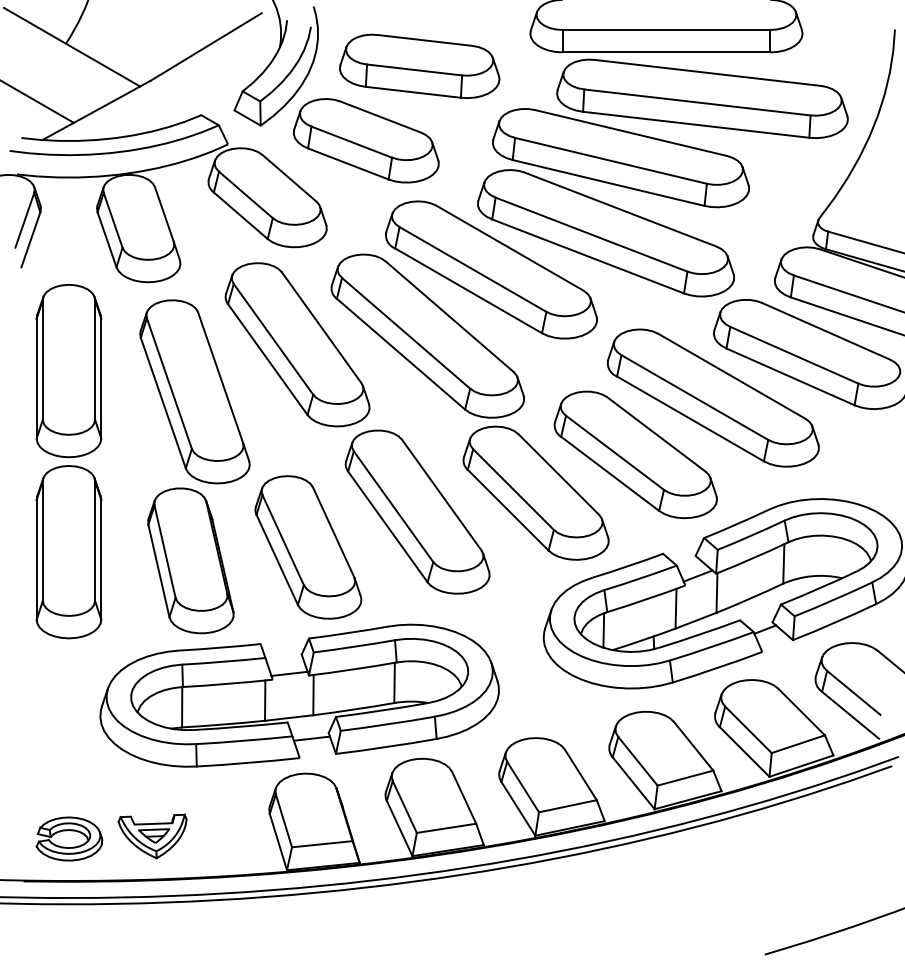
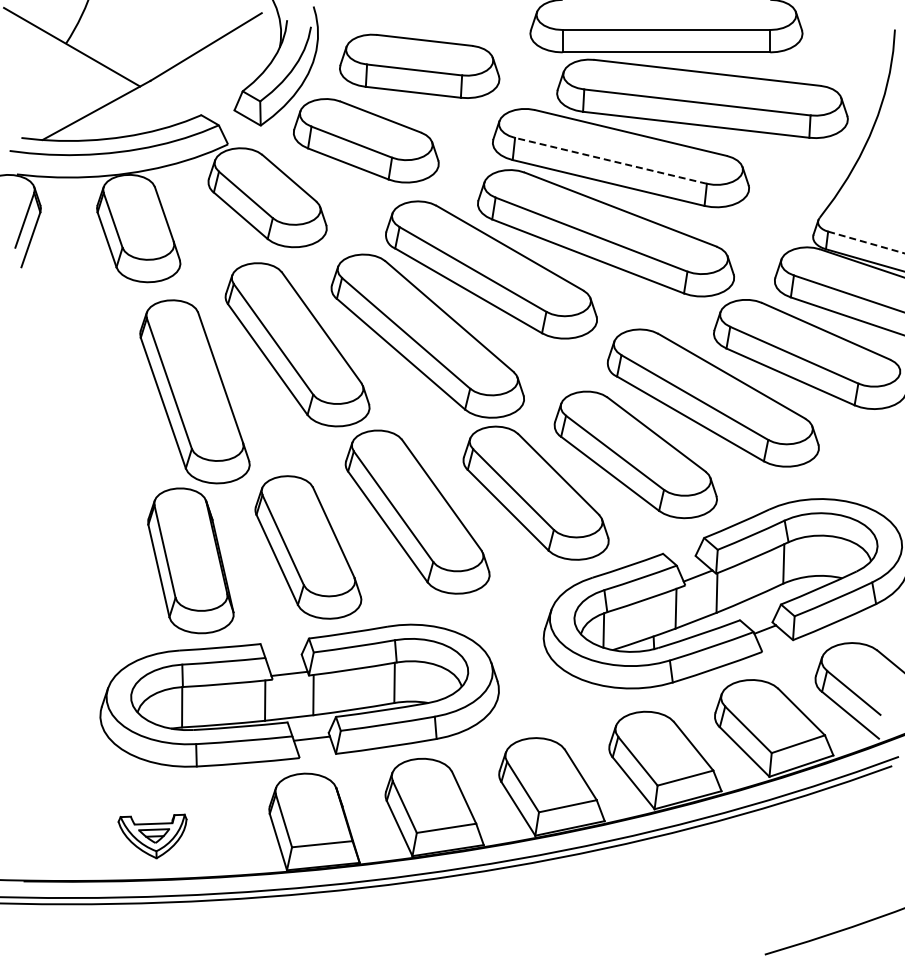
line at (37, 101): present -> none
line at (611, 160): solid -> dashed
line at (866, 242): solid -> dashed
part at (68, 461): present -> none
part at (71, 831): present -> none
